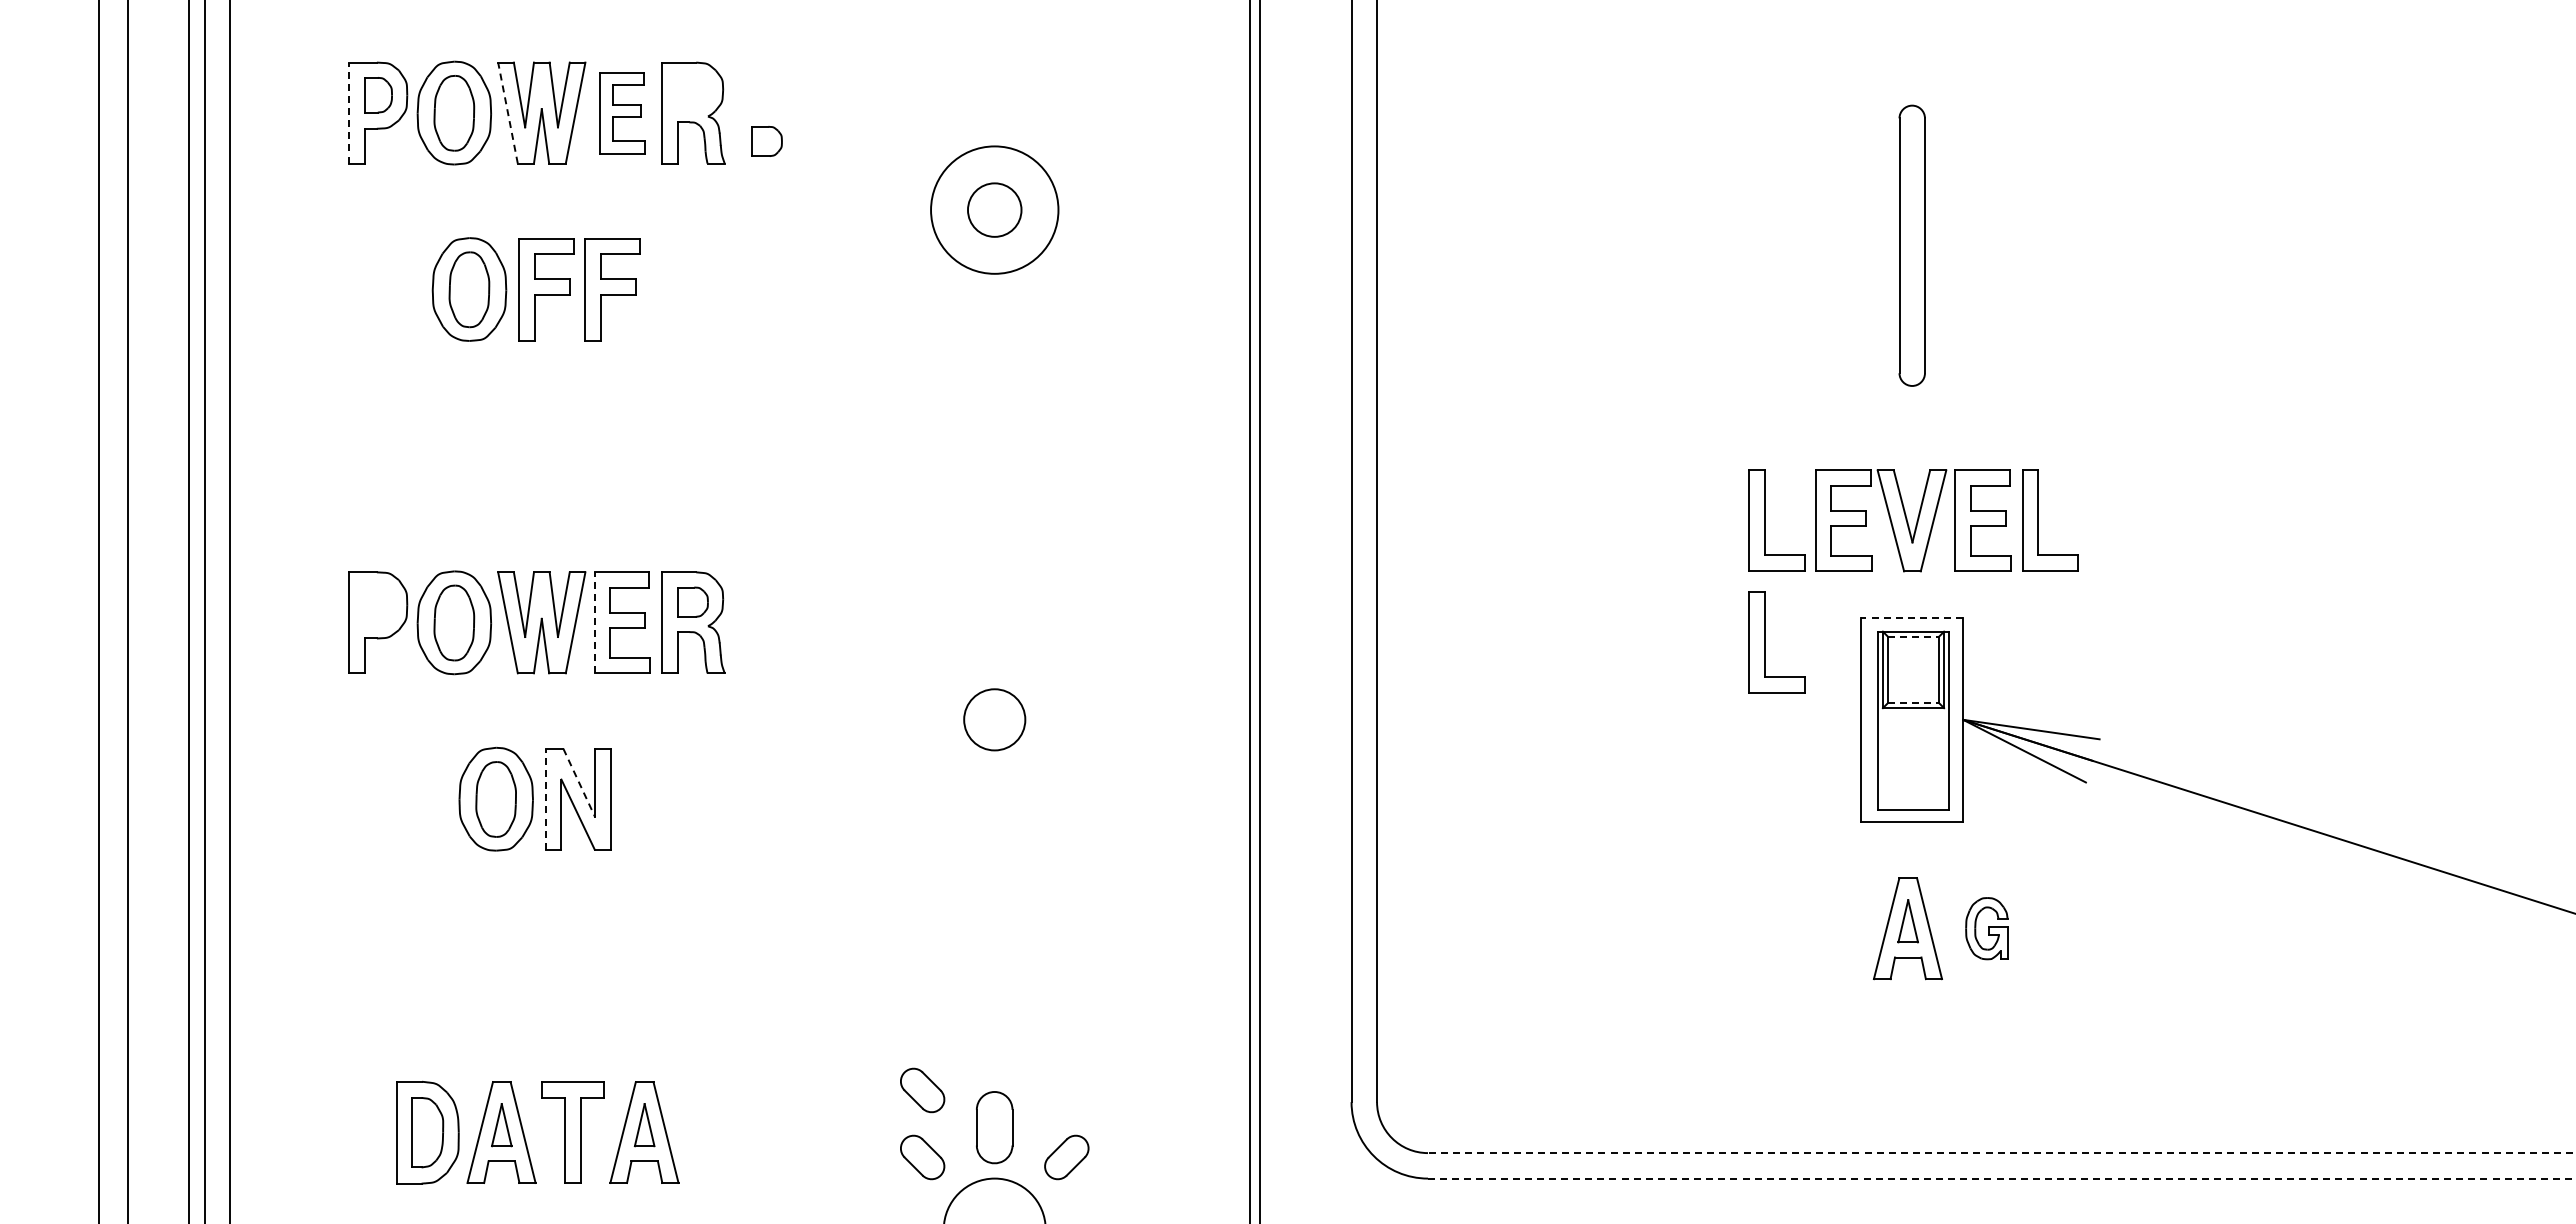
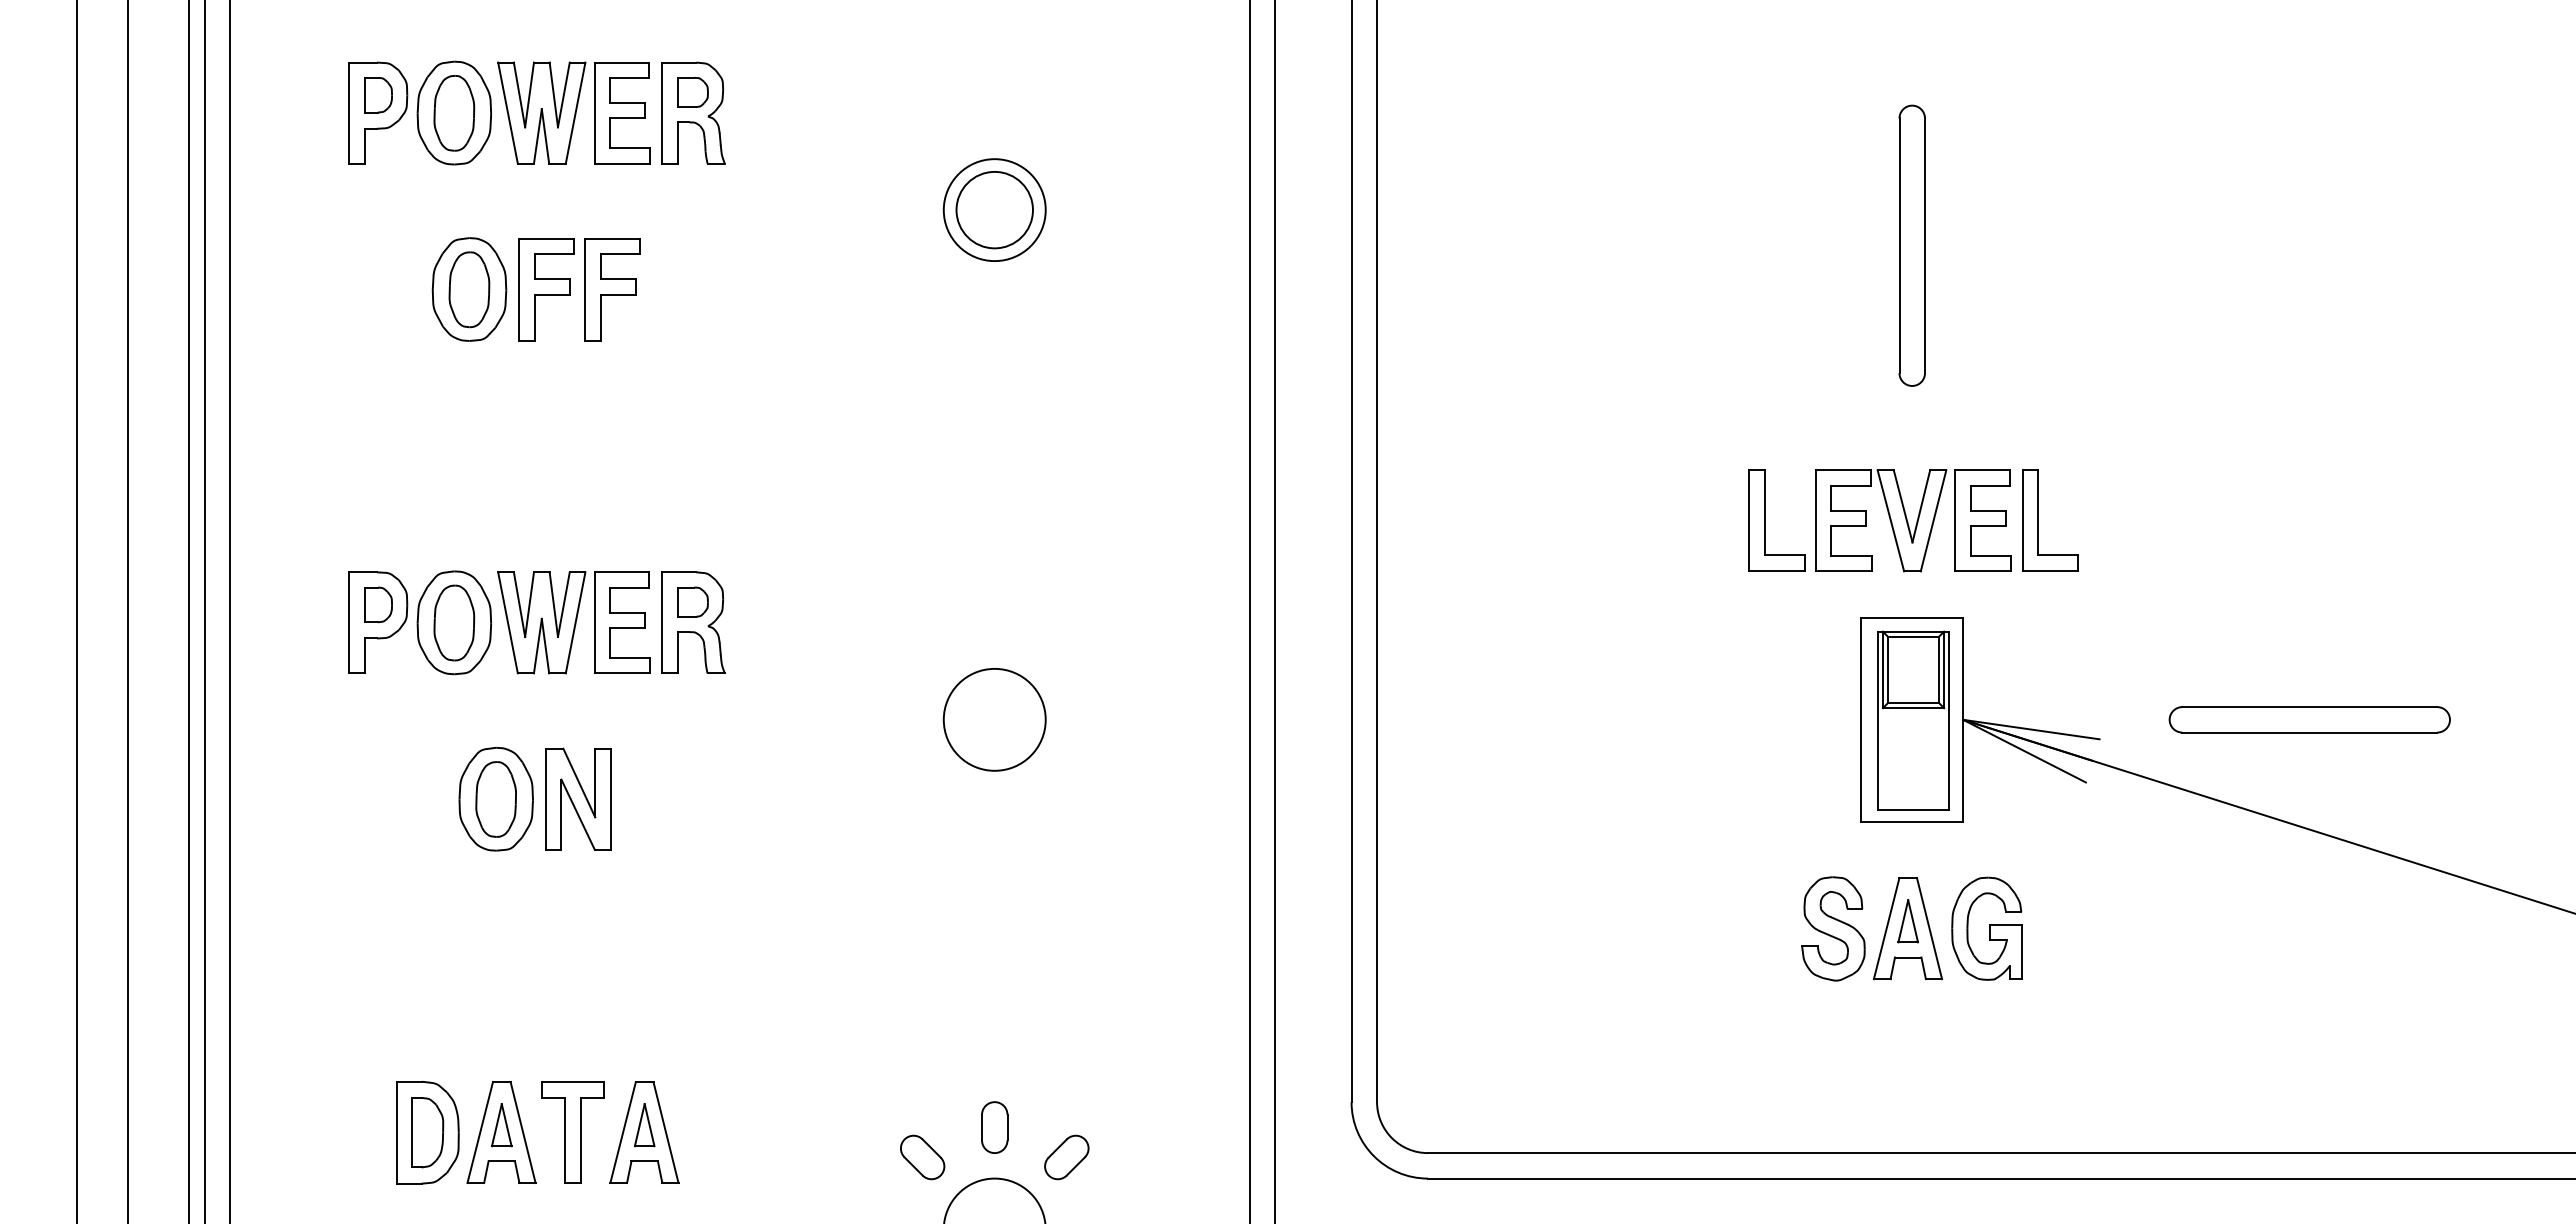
line at (349, 112): dashed -> solid
line at (507, 112): dashed -> solid
part at (622, 113) size: 47x83 px -> 57x103 px
part at (766, 141) position: (766, 141) -> (692, 92)
circle at (994, 209) diameter: 127 px -> 102 px
circle at (994, 209) diameter: 54 px -> 76 px
part at (378, 604): none -> present
line at (99, 611) position: (99, 611) -> (77, 611)
line at (1260, 611) position: (1260, 611) -> (1275, 611)
line at (1912, 617): dashed -> solid
line at (594, 622): dashed -> solid
line at (1914, 636): dashed -> solid
part at (1765, 642): present -> none
line at (1914, 703): dashed -> solid
circle at (994, 719) diameter: 61 px -> 102 px
part at (2309, 719): none -> present
line at (579, 783): dashed -> solid
line at (545, 798): dashed -> solid
part at (1833, 928): none -> present
part at (1986, 928) size: 44x64 px -> 72x105 px
part at (922, 1090): present -> none
part at (994, 1127) size: 38x74 px -> 28x53 px
line at (2001, 1153): dashed -> solid
line at (2001, 1178): dashed -> solid
